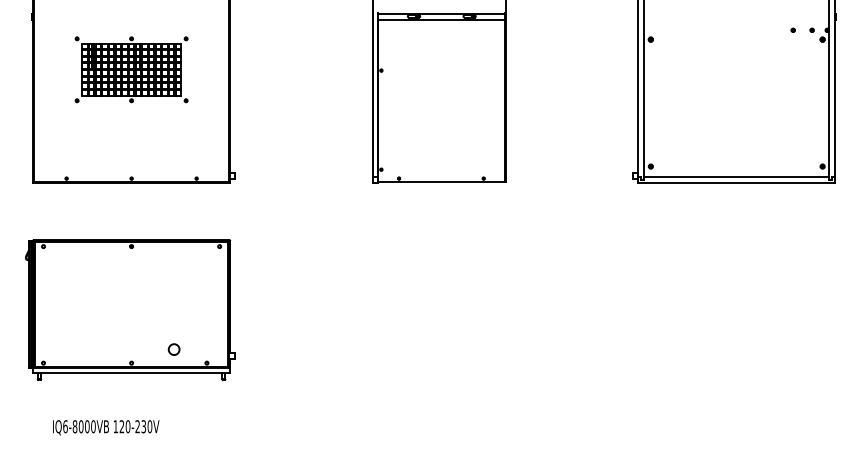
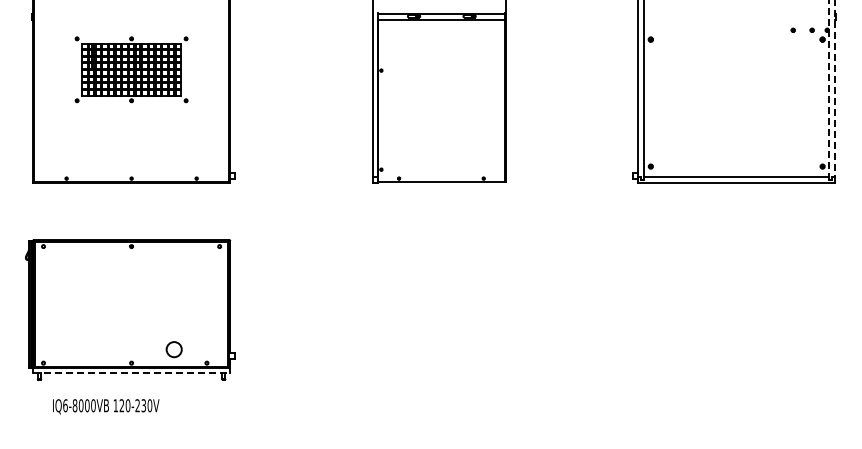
line at (835, 89): solid -> dashed
line at (829, 90): solid -> dashed
circle at (173, 349) size: 14x13 px -> 18x18 px
line at (131, 372): solid -> dashed
text at (106, 427) position: (106, 427) -> (106, 406)
